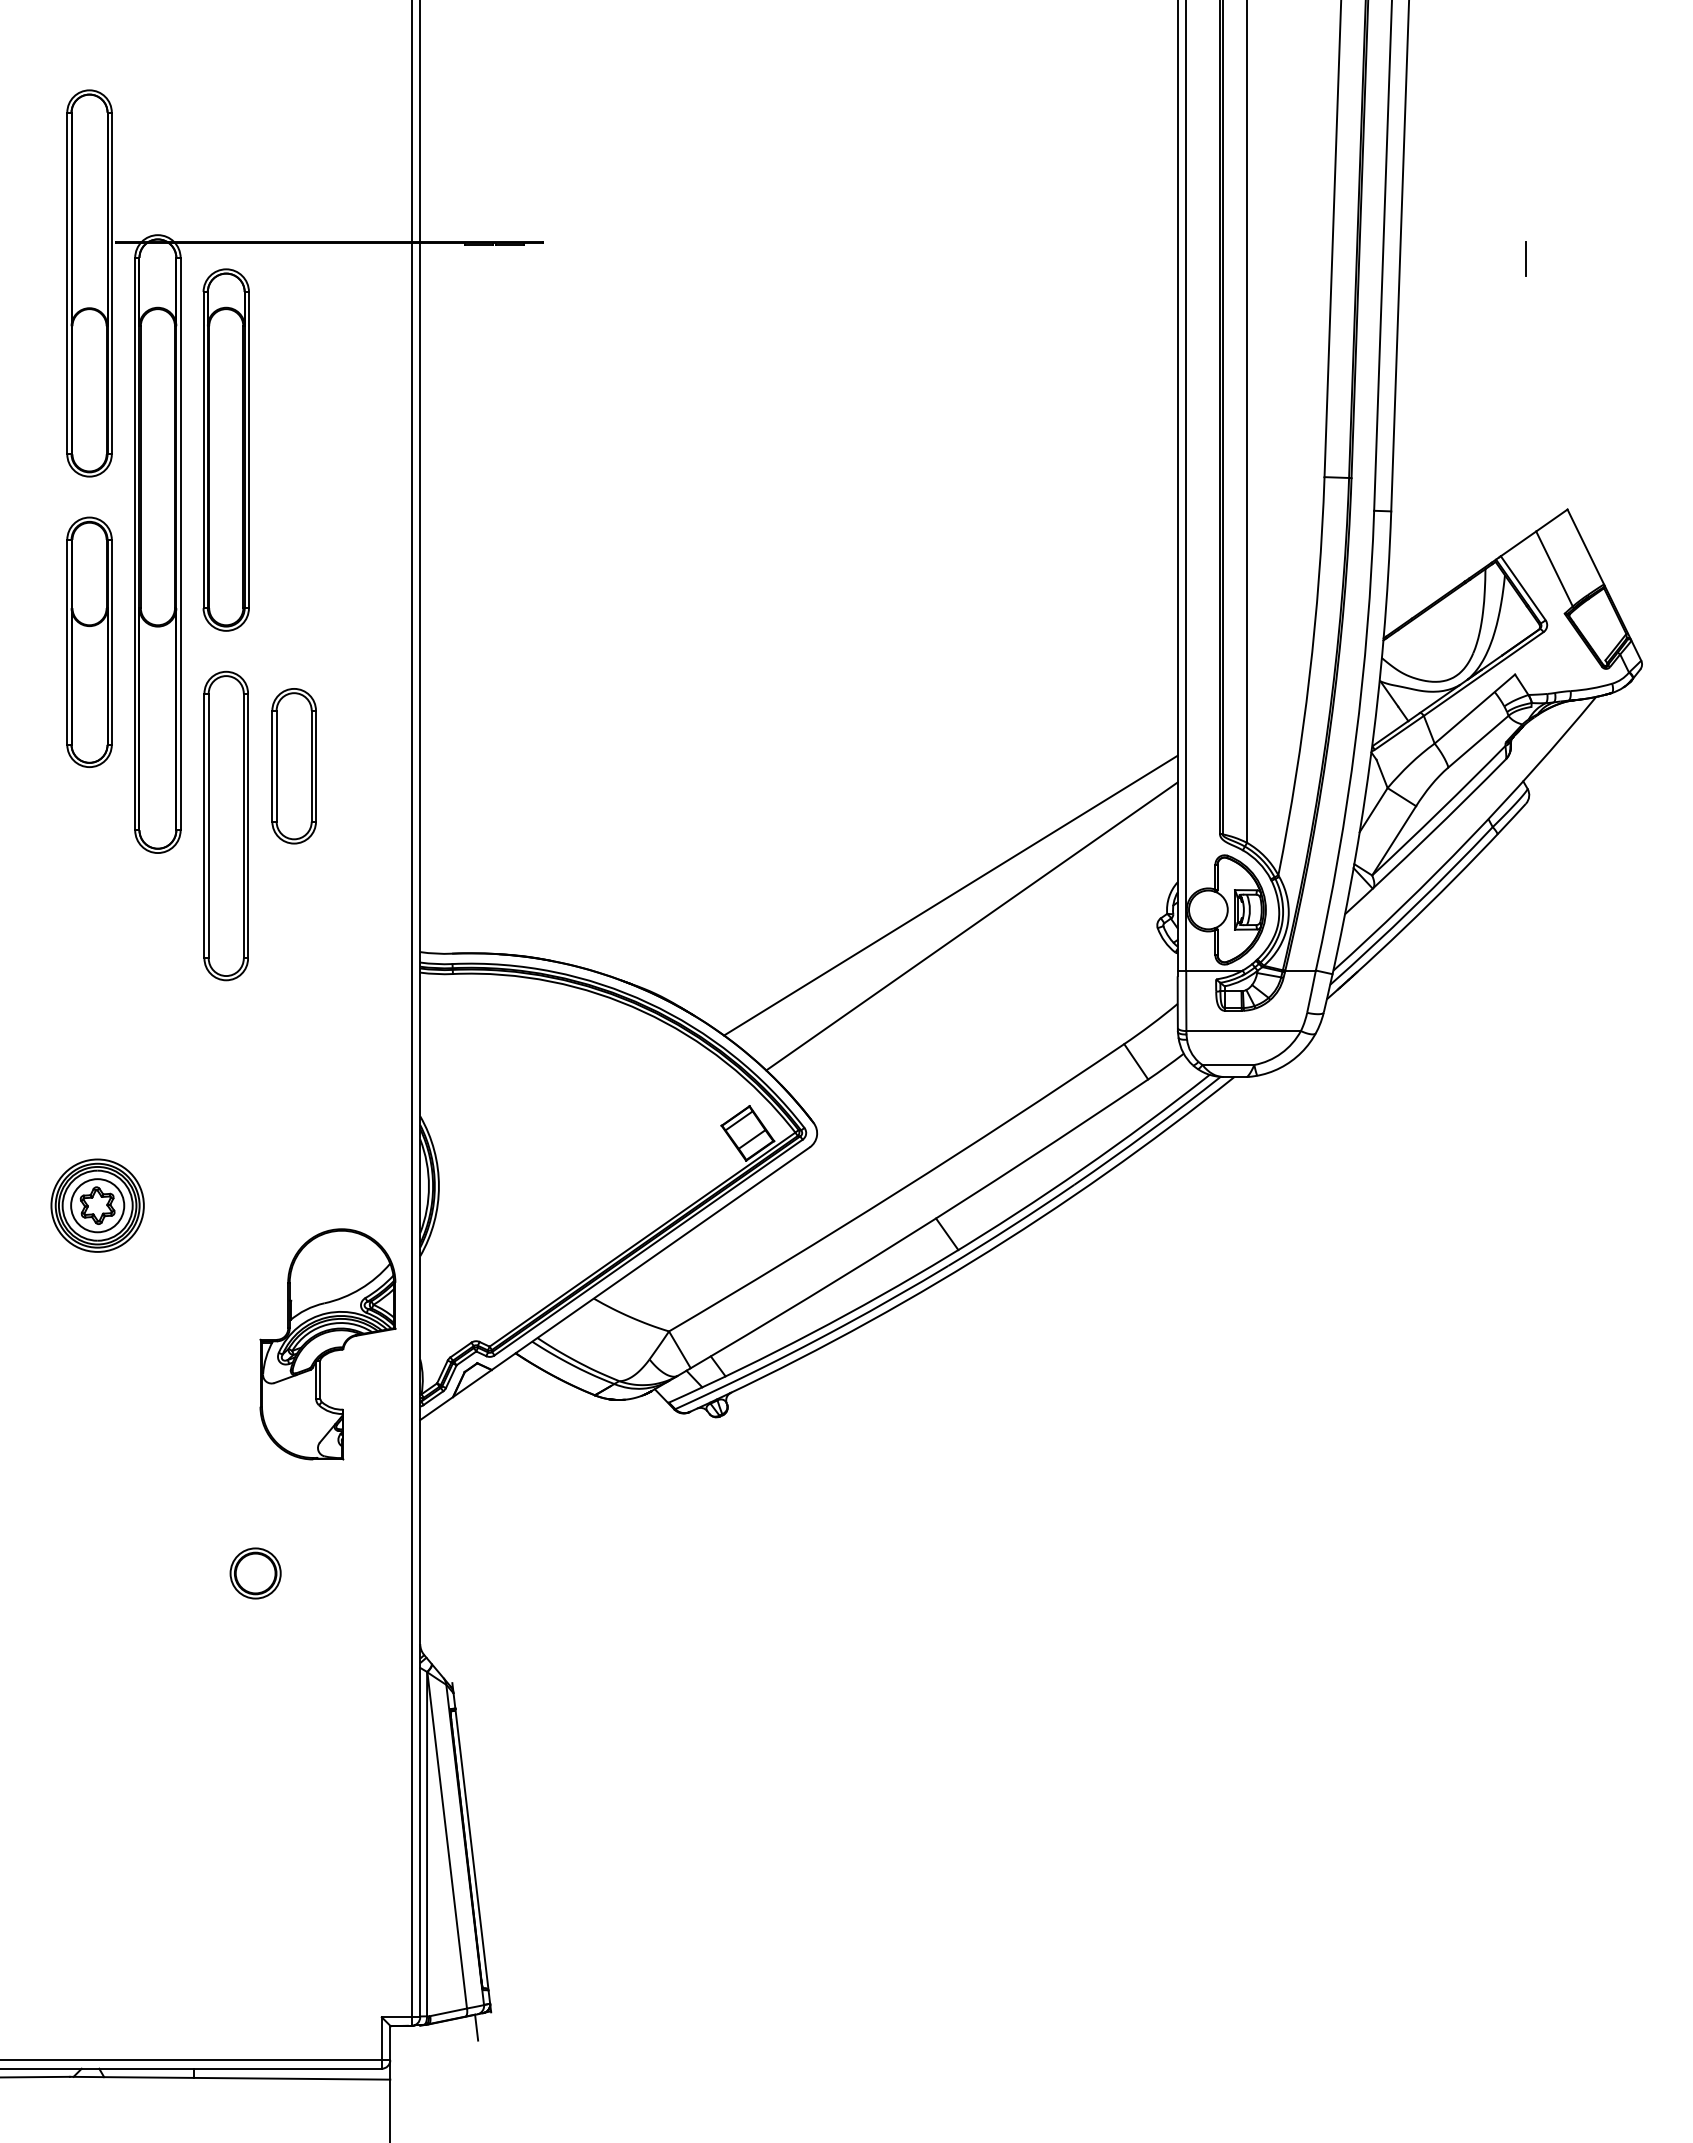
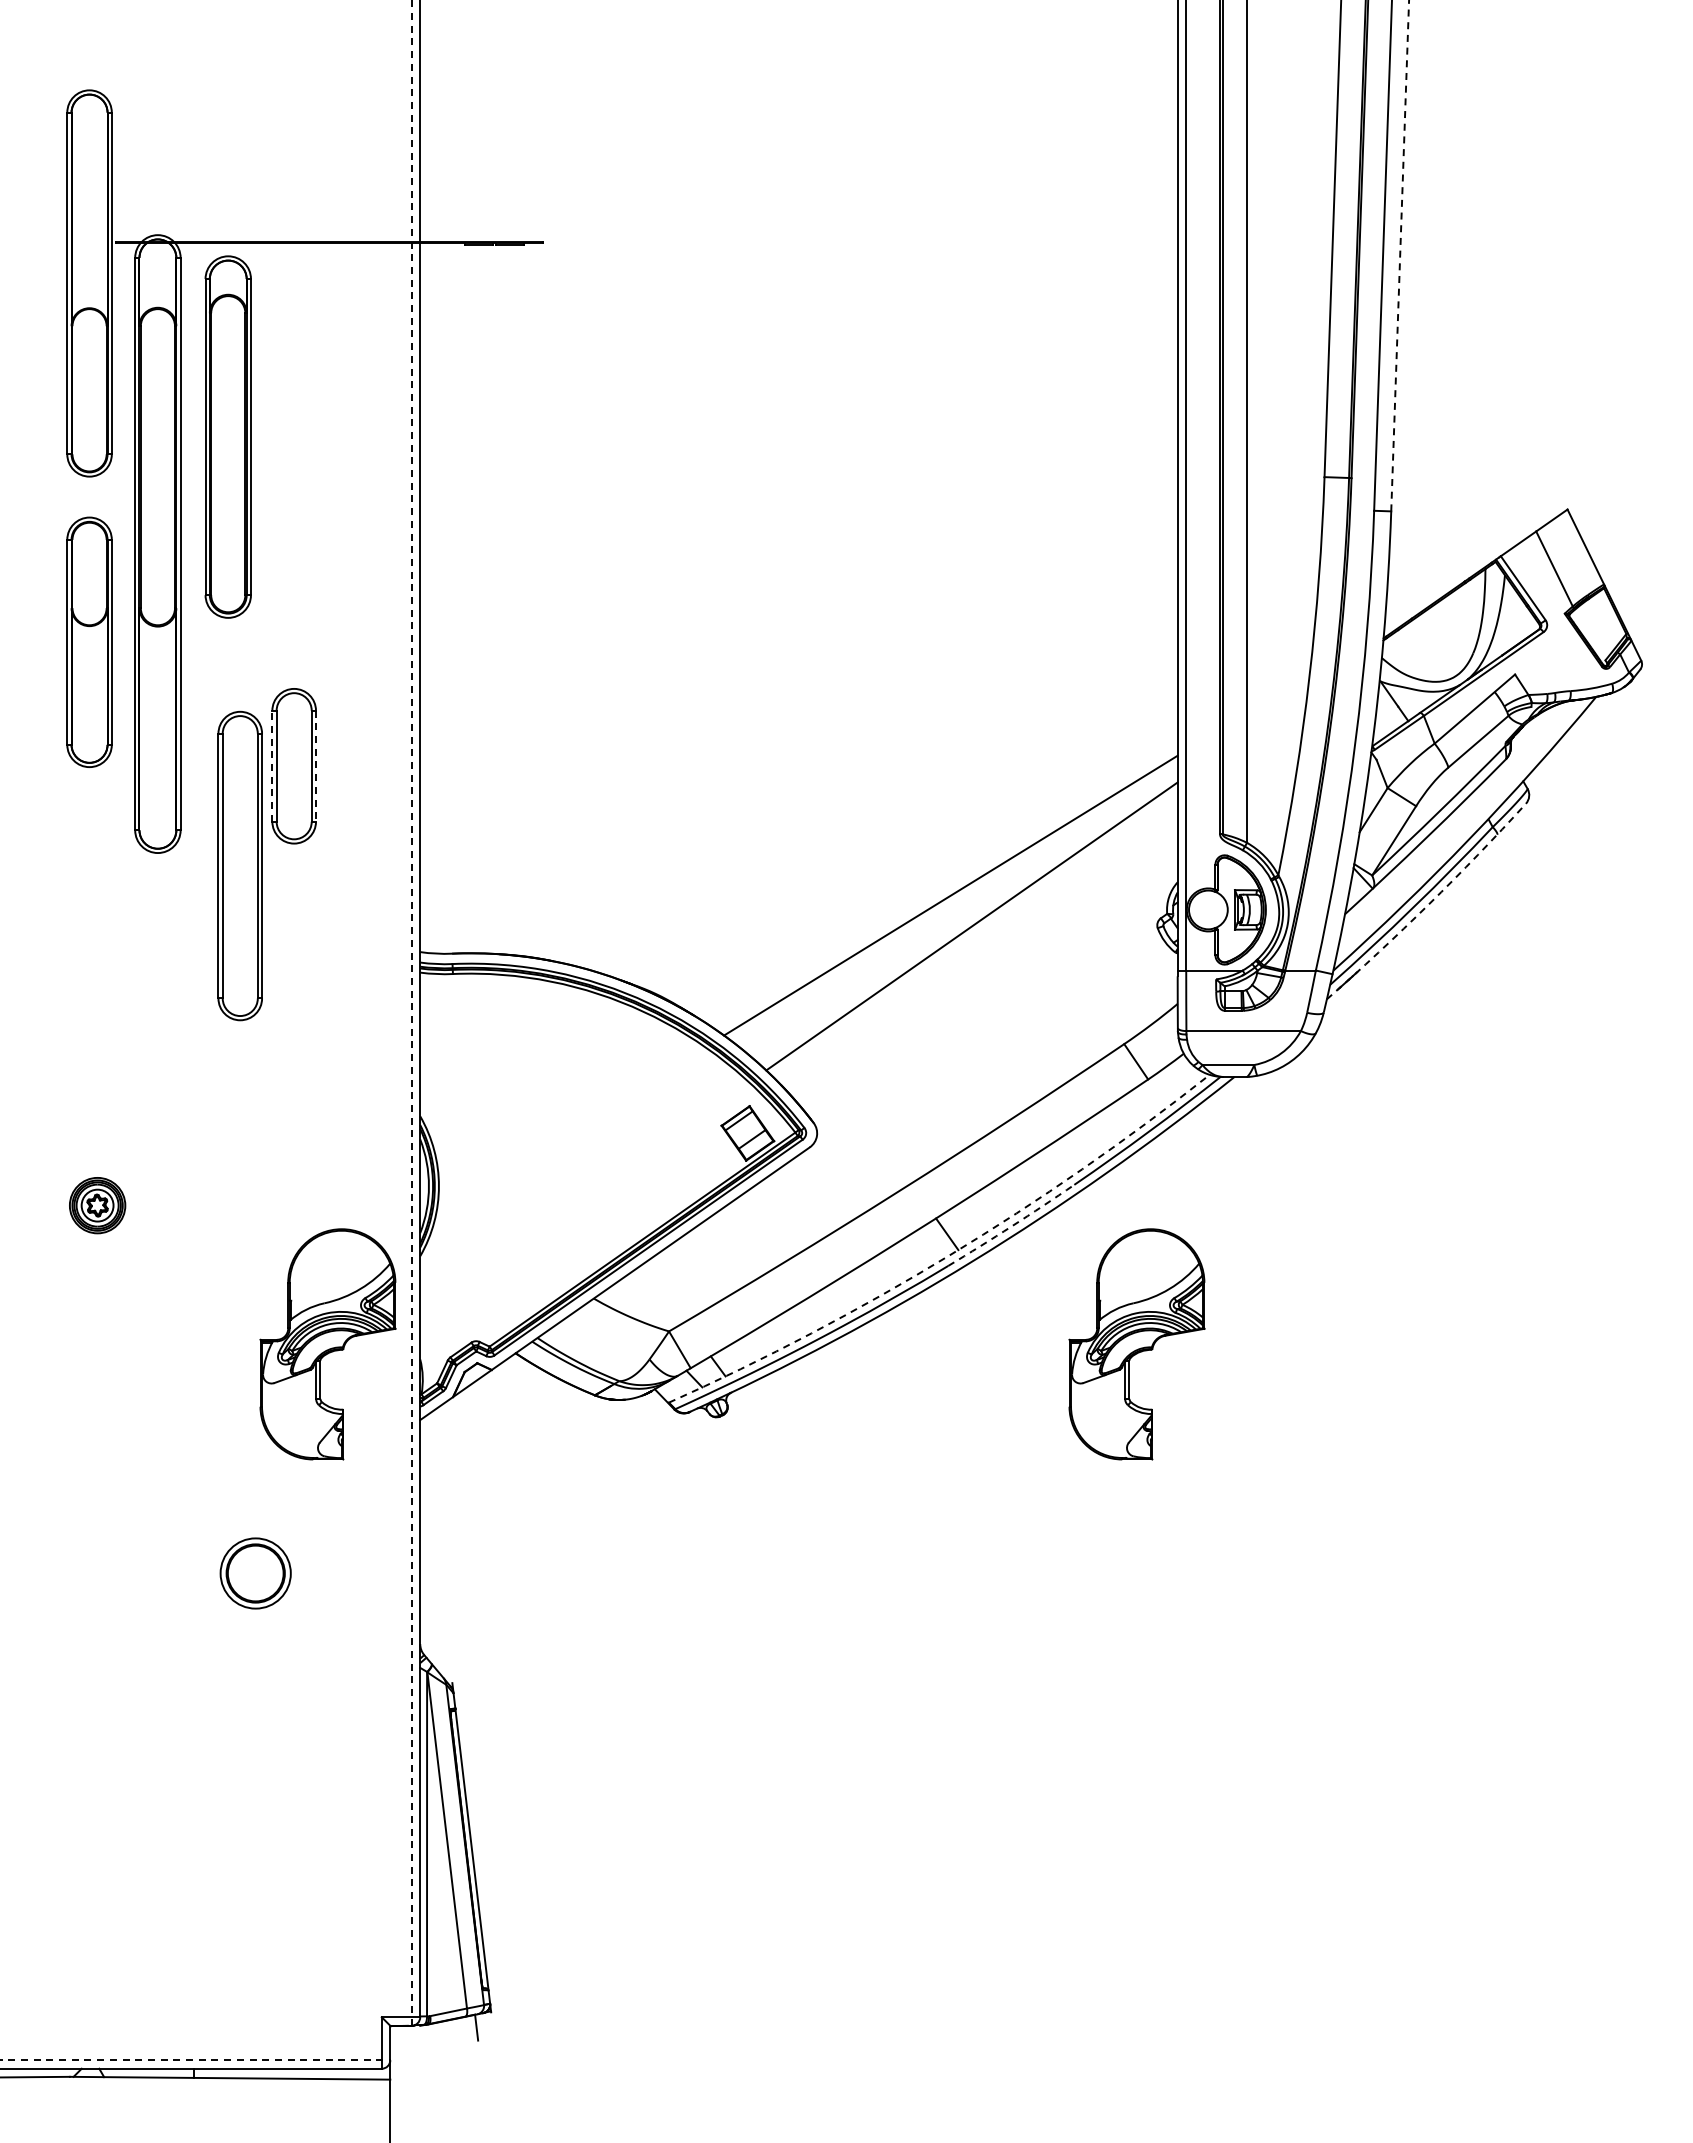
line at (1400, 255): solid -> dashed
line at (1526, 259): present -> none
part at (225, 449) position: (225, 449) -> (227, 436)
line at (272, 766): solid -> dashed
line at (316, 766): solid -> dashed
part at (225, 825) position: (225, 825) -> (239, 865)
arc at (1429, 904): solid -> dashed
line at (411, 1013): solid -> dashed
part at (97, 1205) size: 95x95 px -> 58x58 px
arc at (1011, 1226): solid -> dashed
arc at (949, 1255): solid -> dashed
part at (1136, 1344): none -> present
part at (255, 1573) size: 53x53 px -> 73x73 px
line at (195, 2060): solid -> dashed
